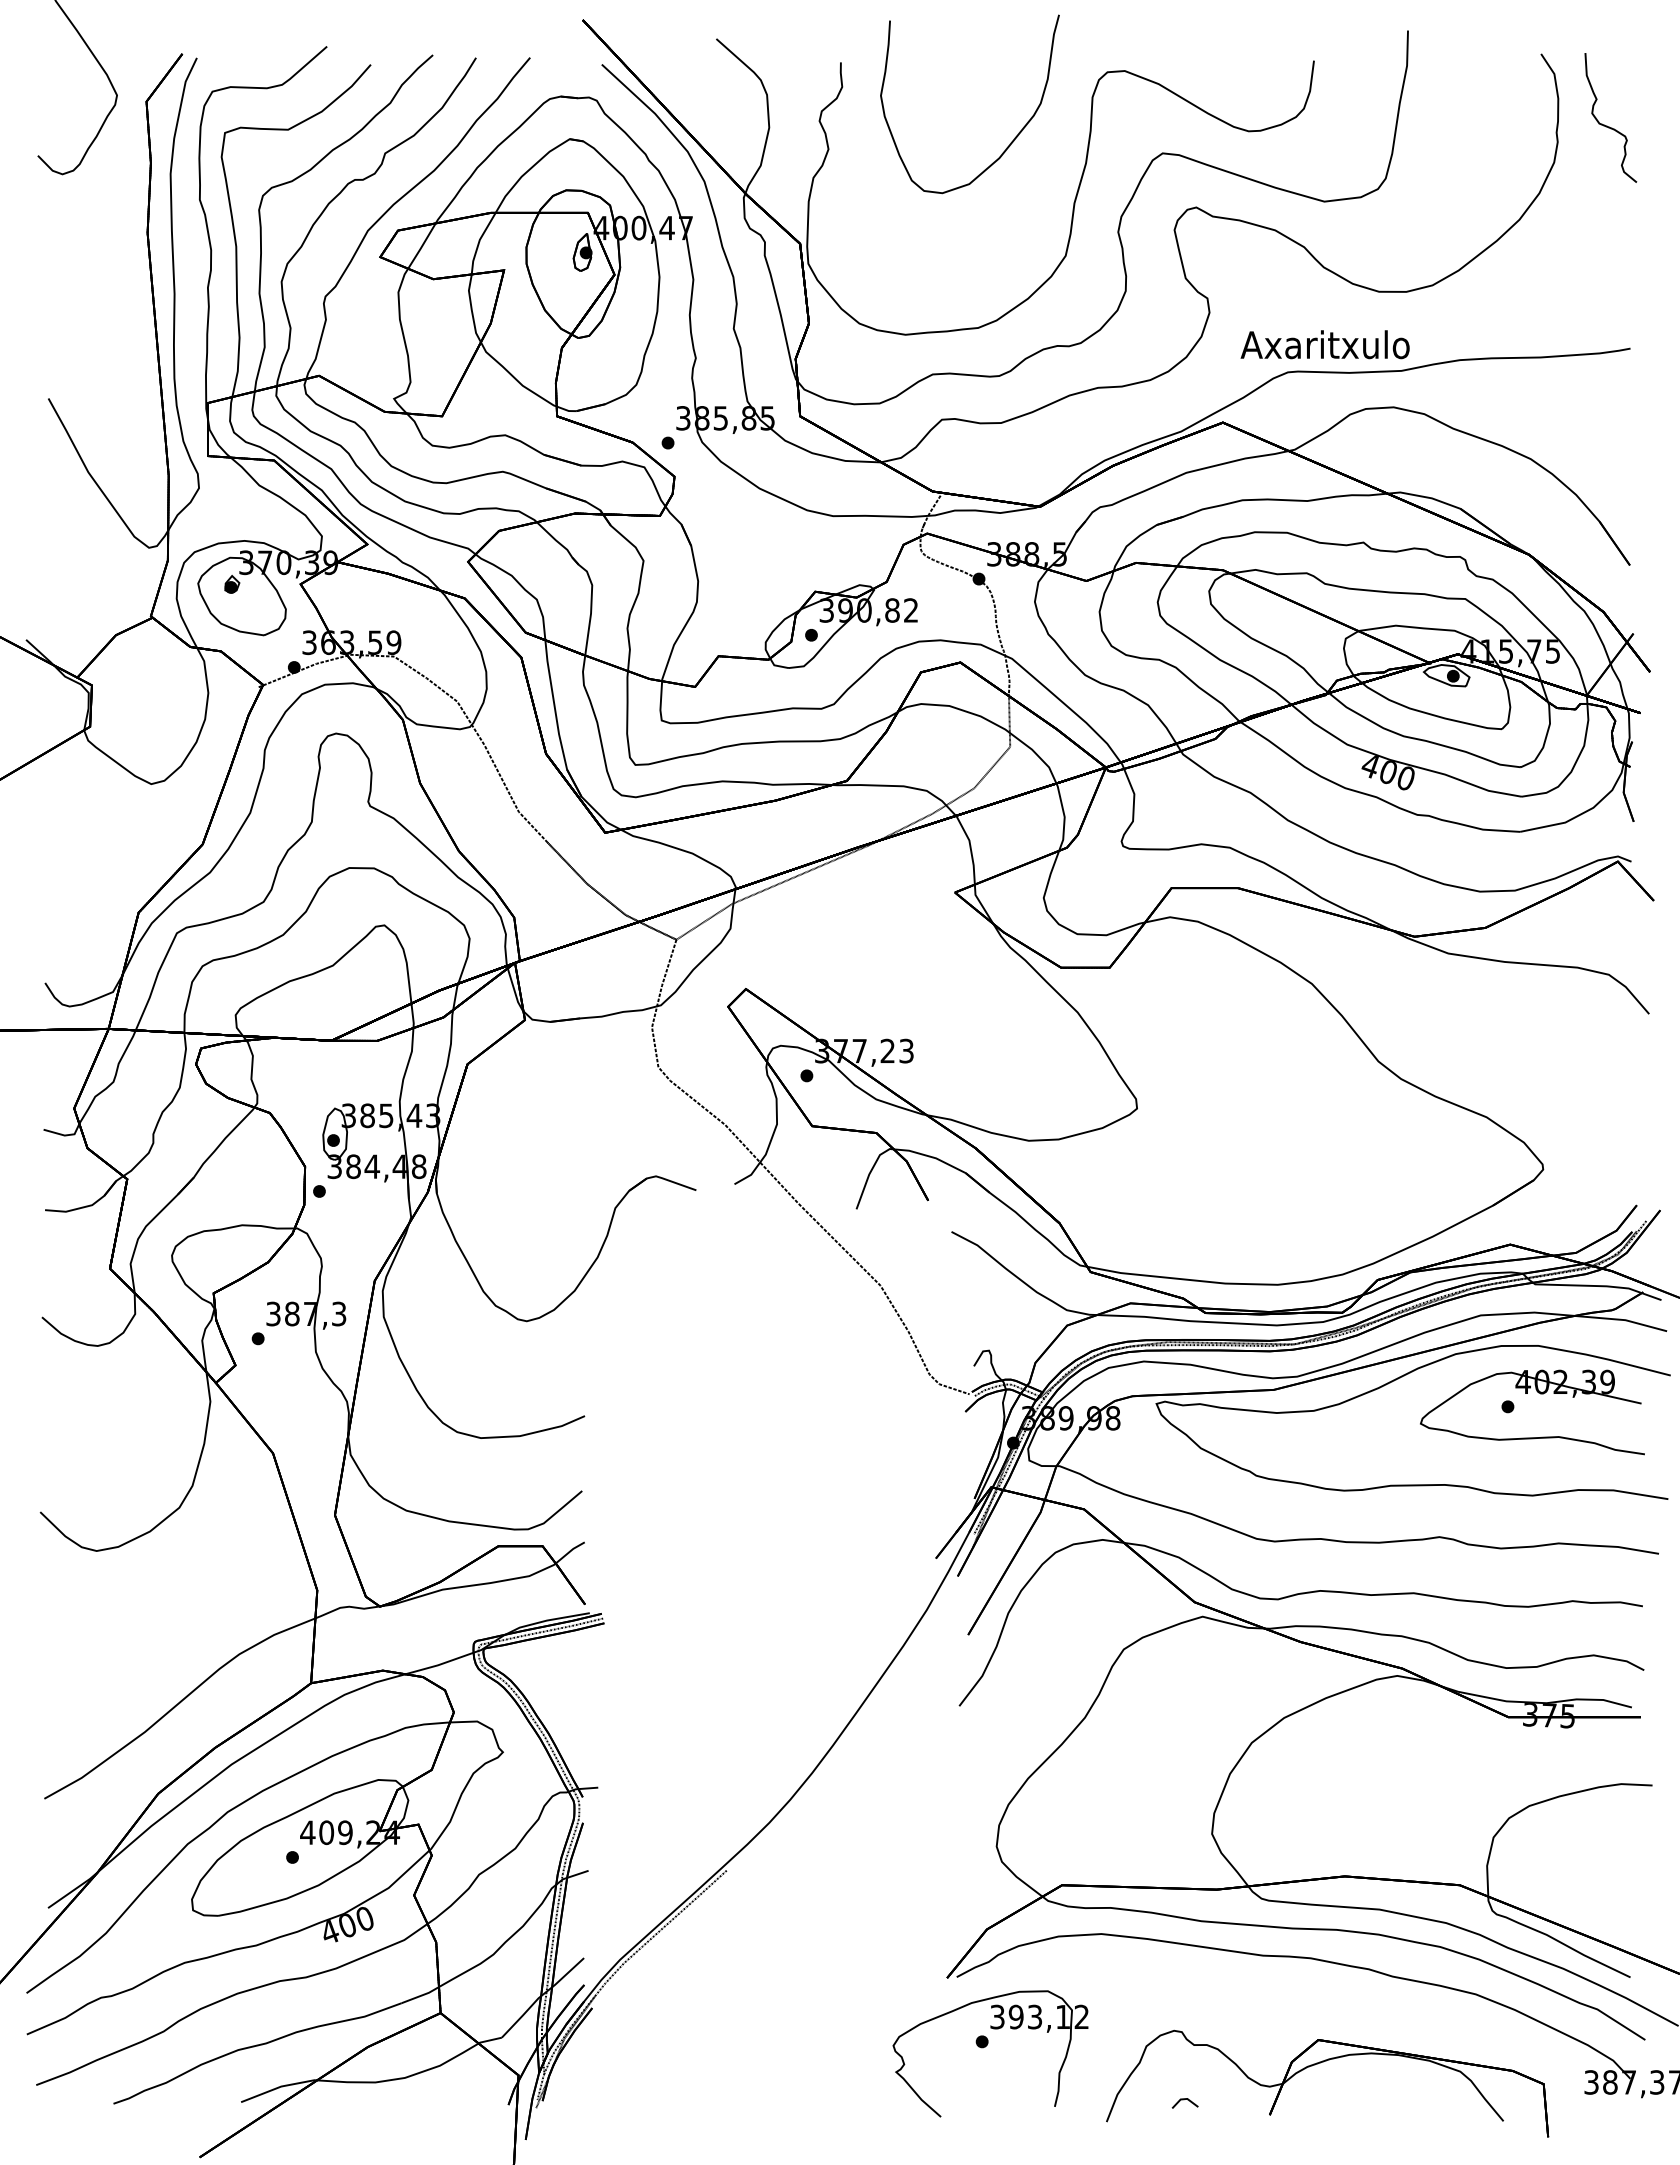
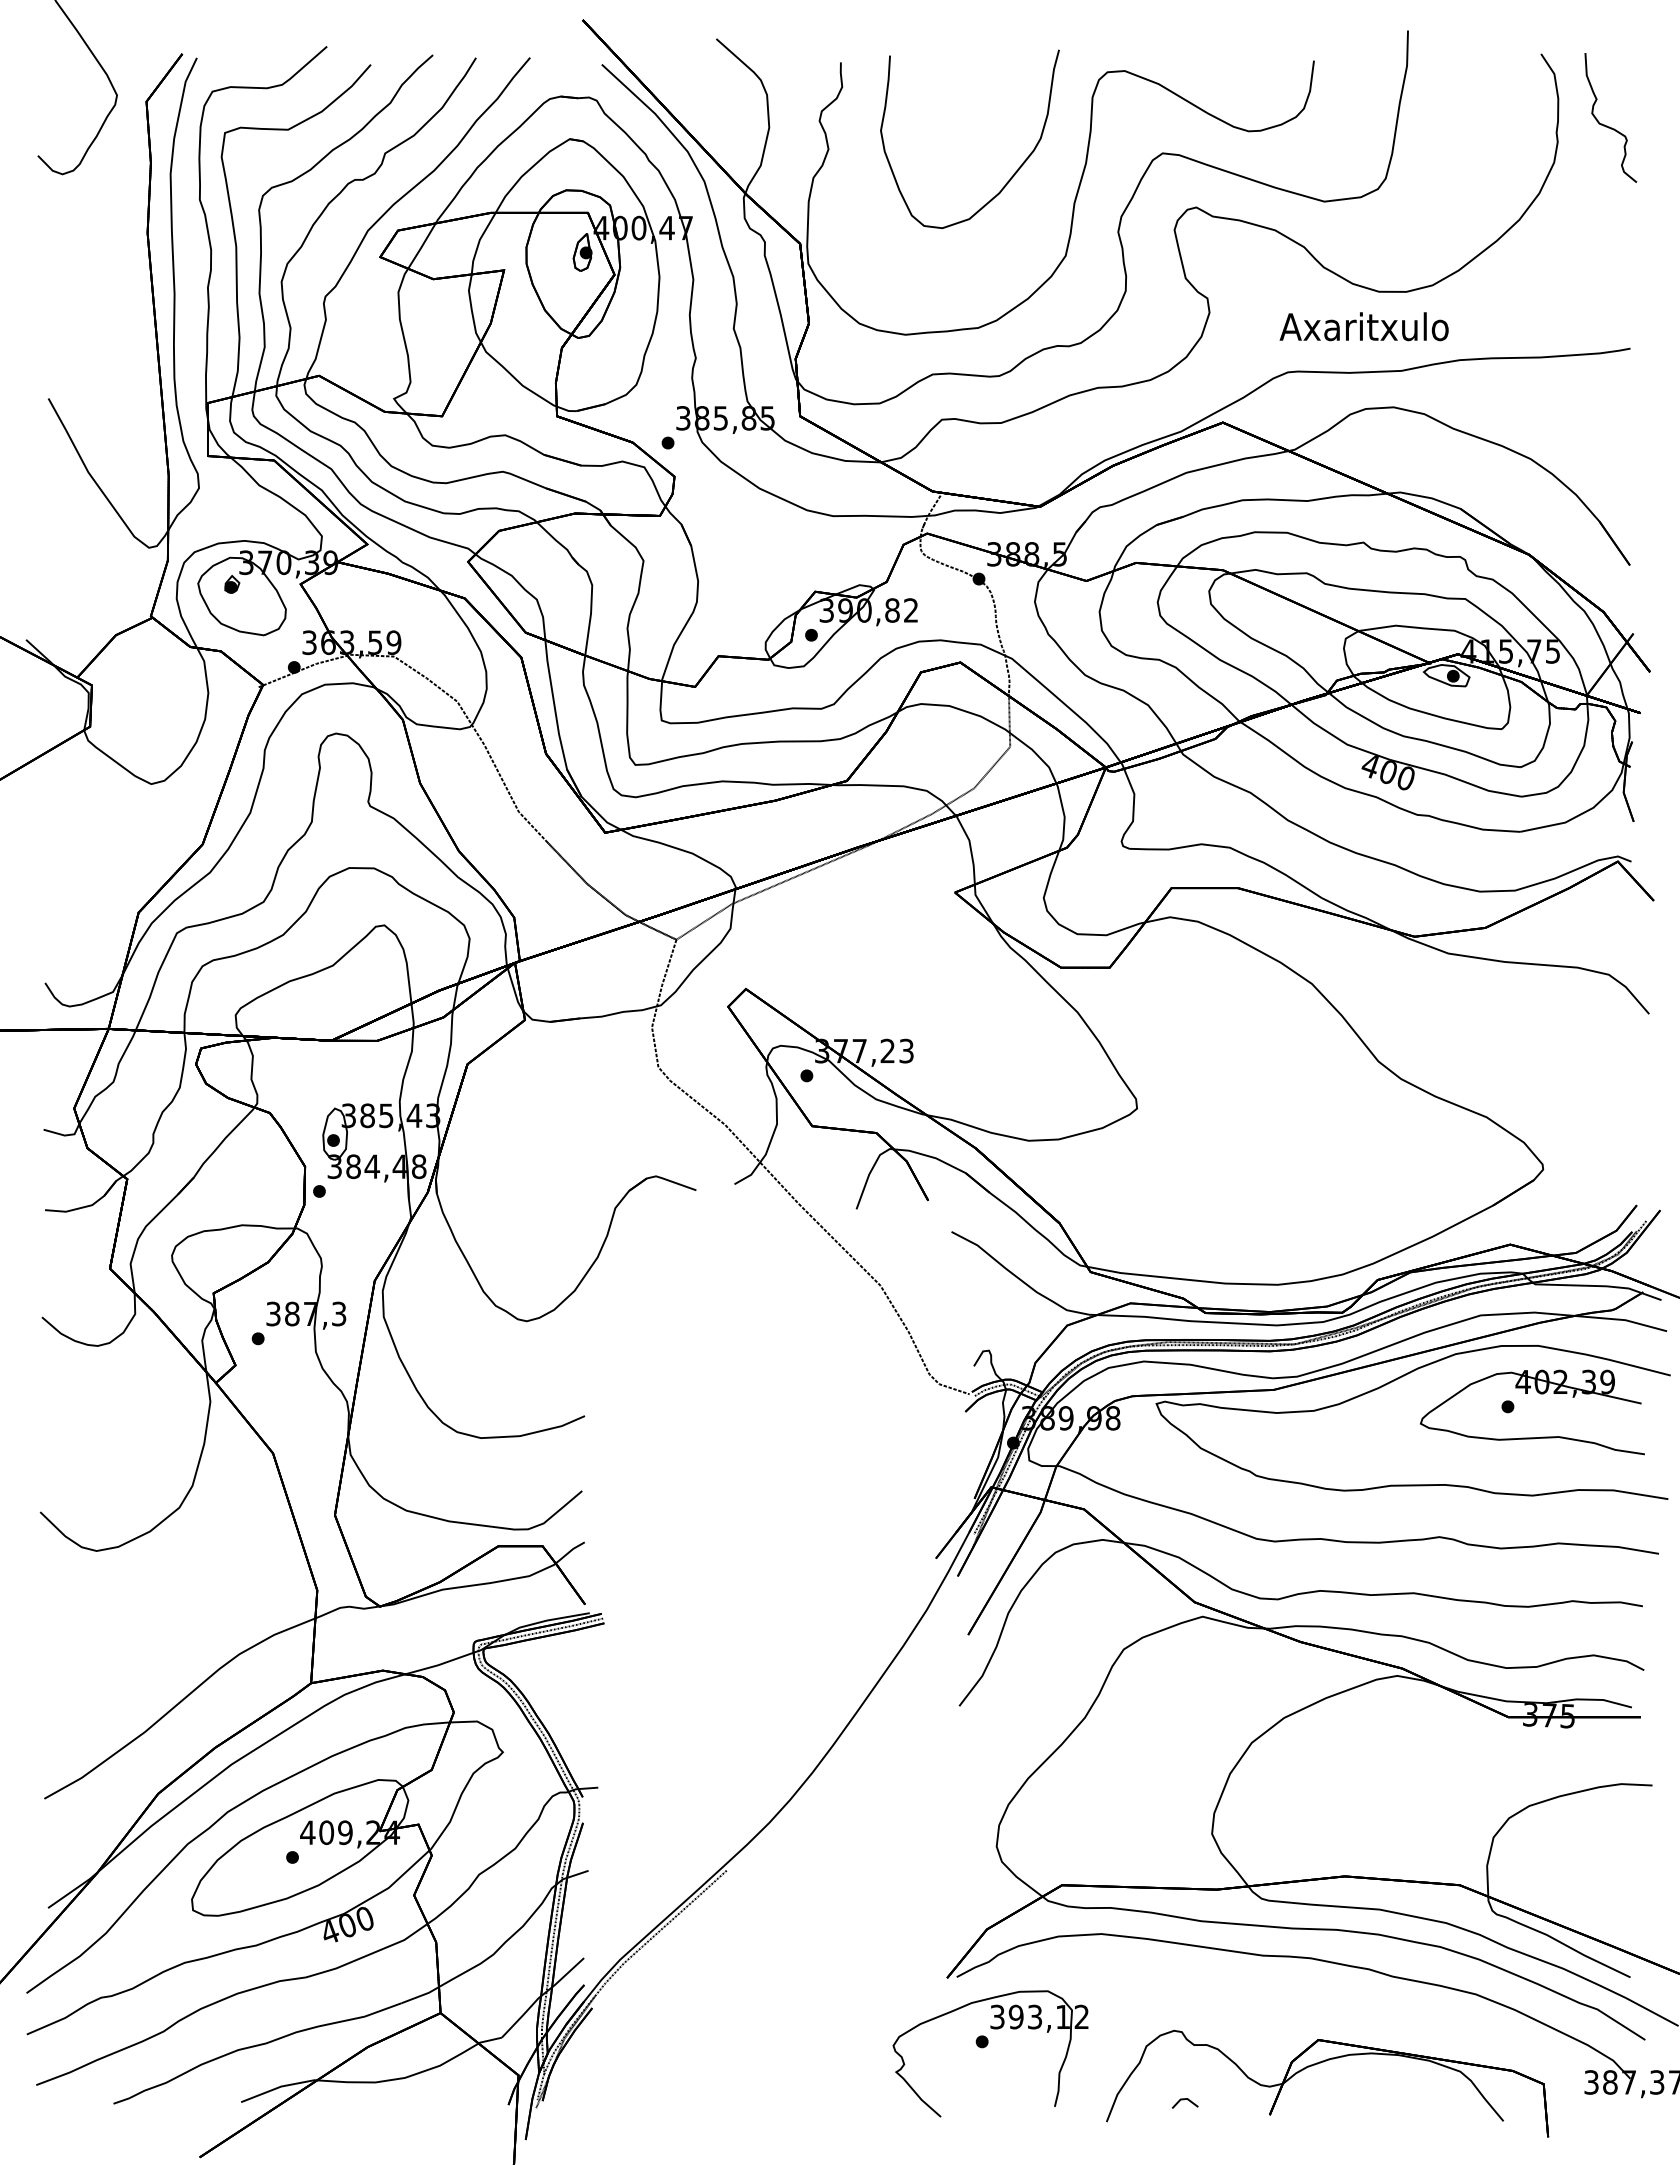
part at (1014, 137) position: (1014, 137) -> (1014, 172)
text at (1324, 344) position: (1324, 344) -> (1363, 326)
